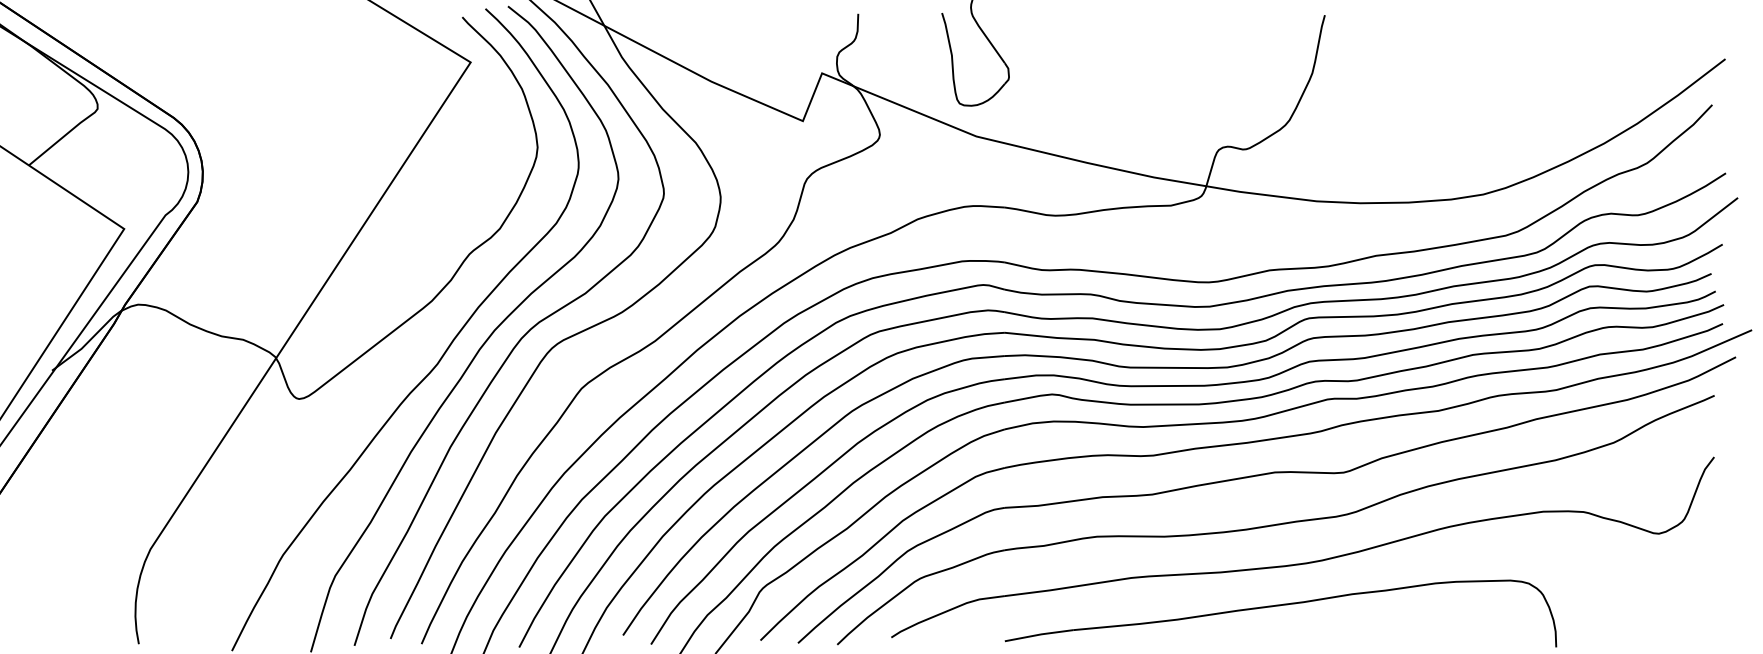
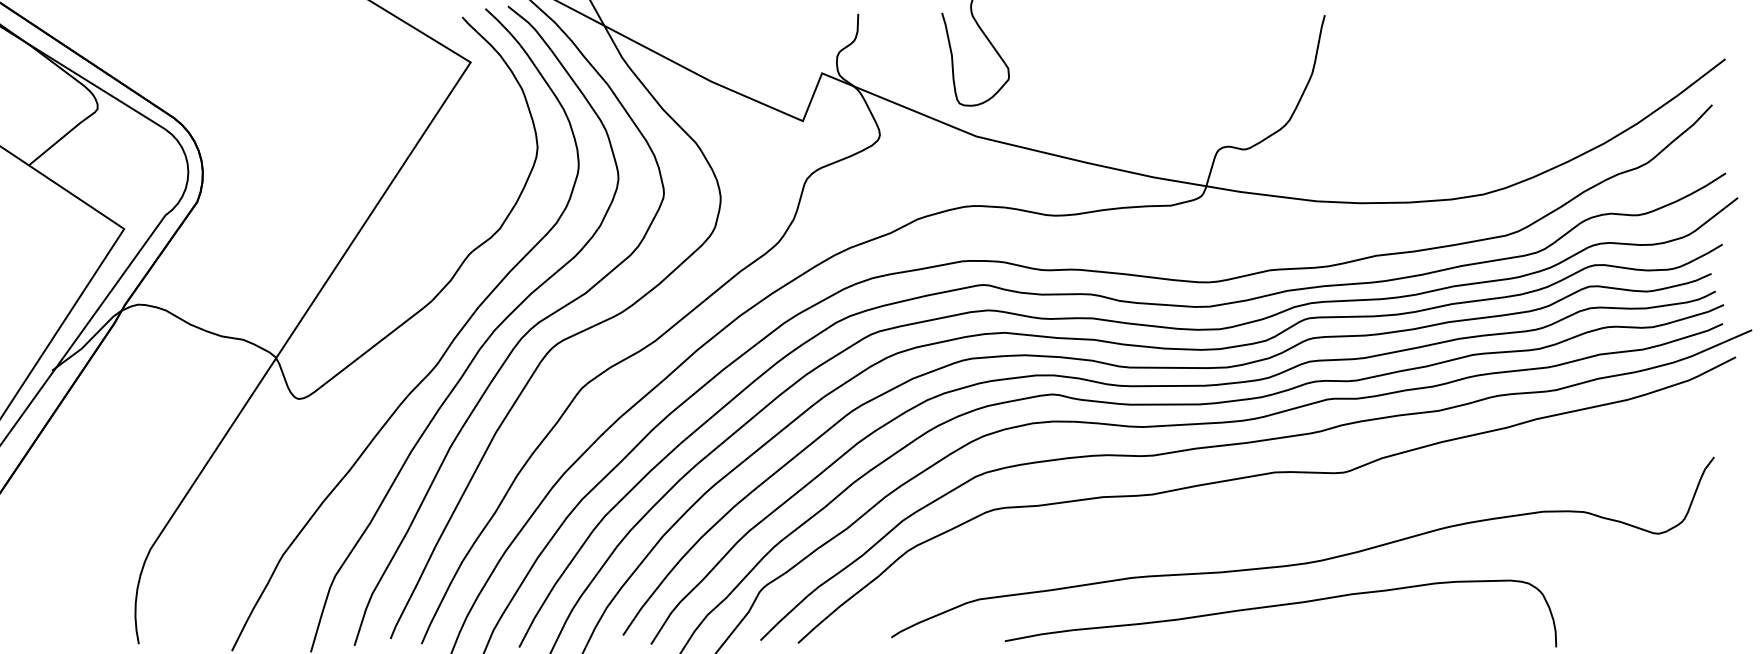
part at (1275, 520): present -> none
